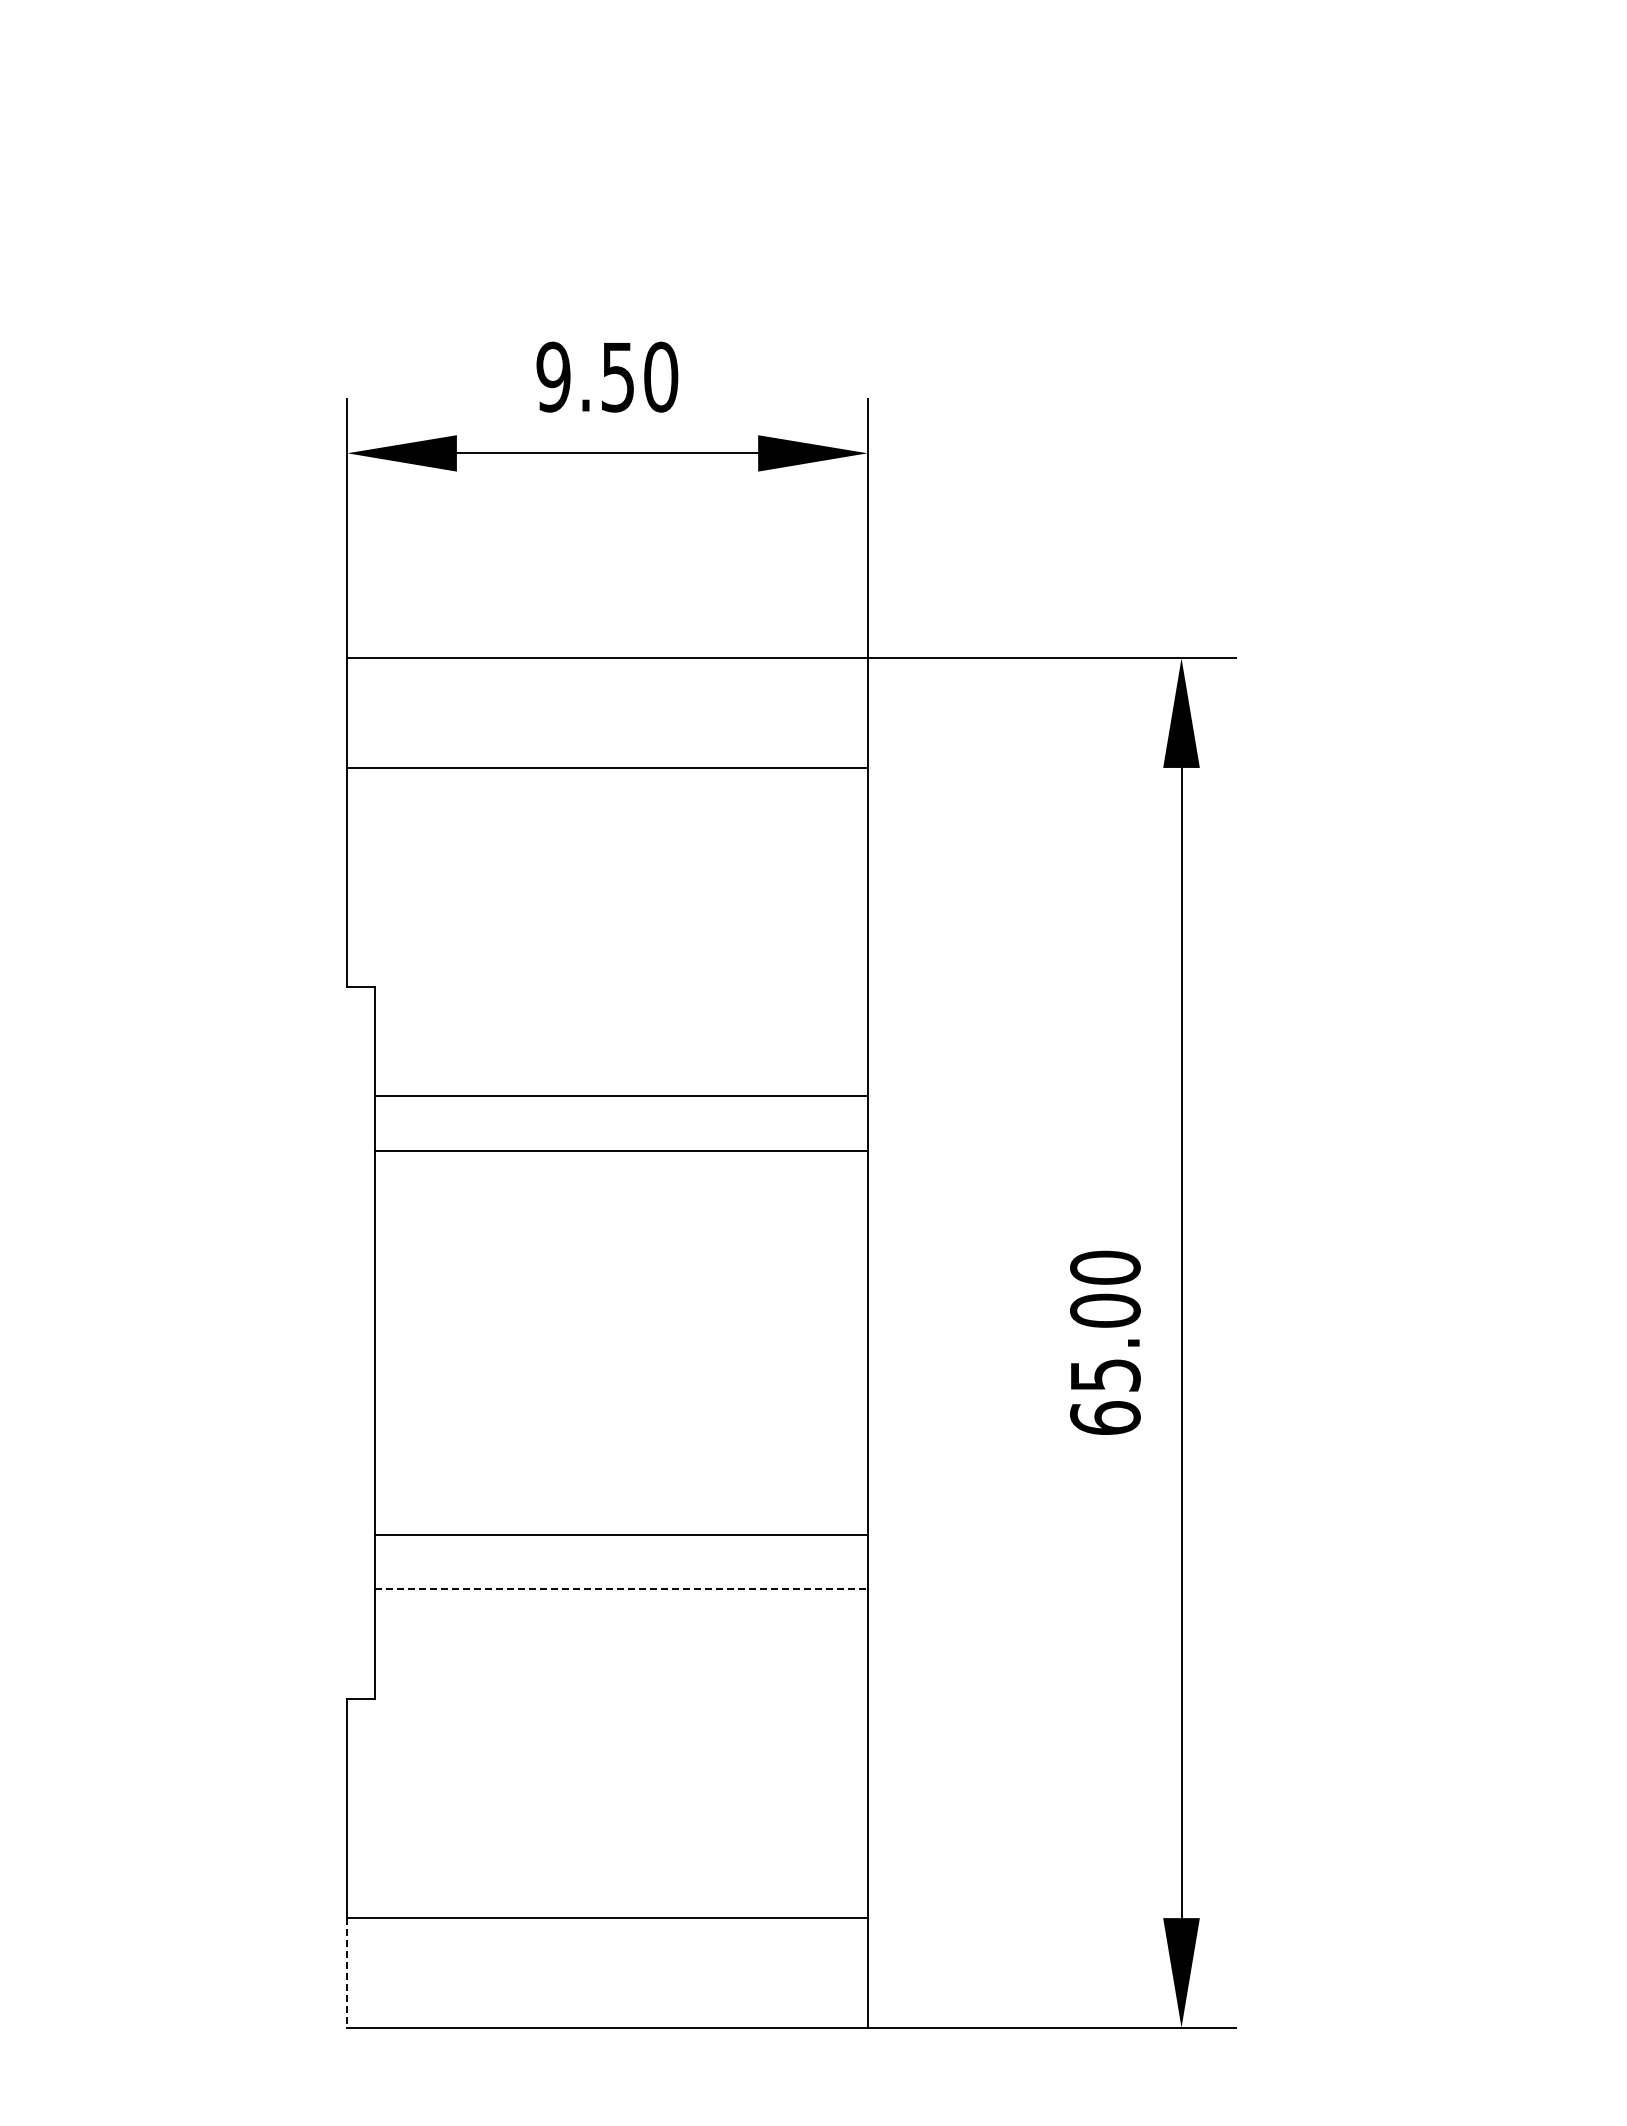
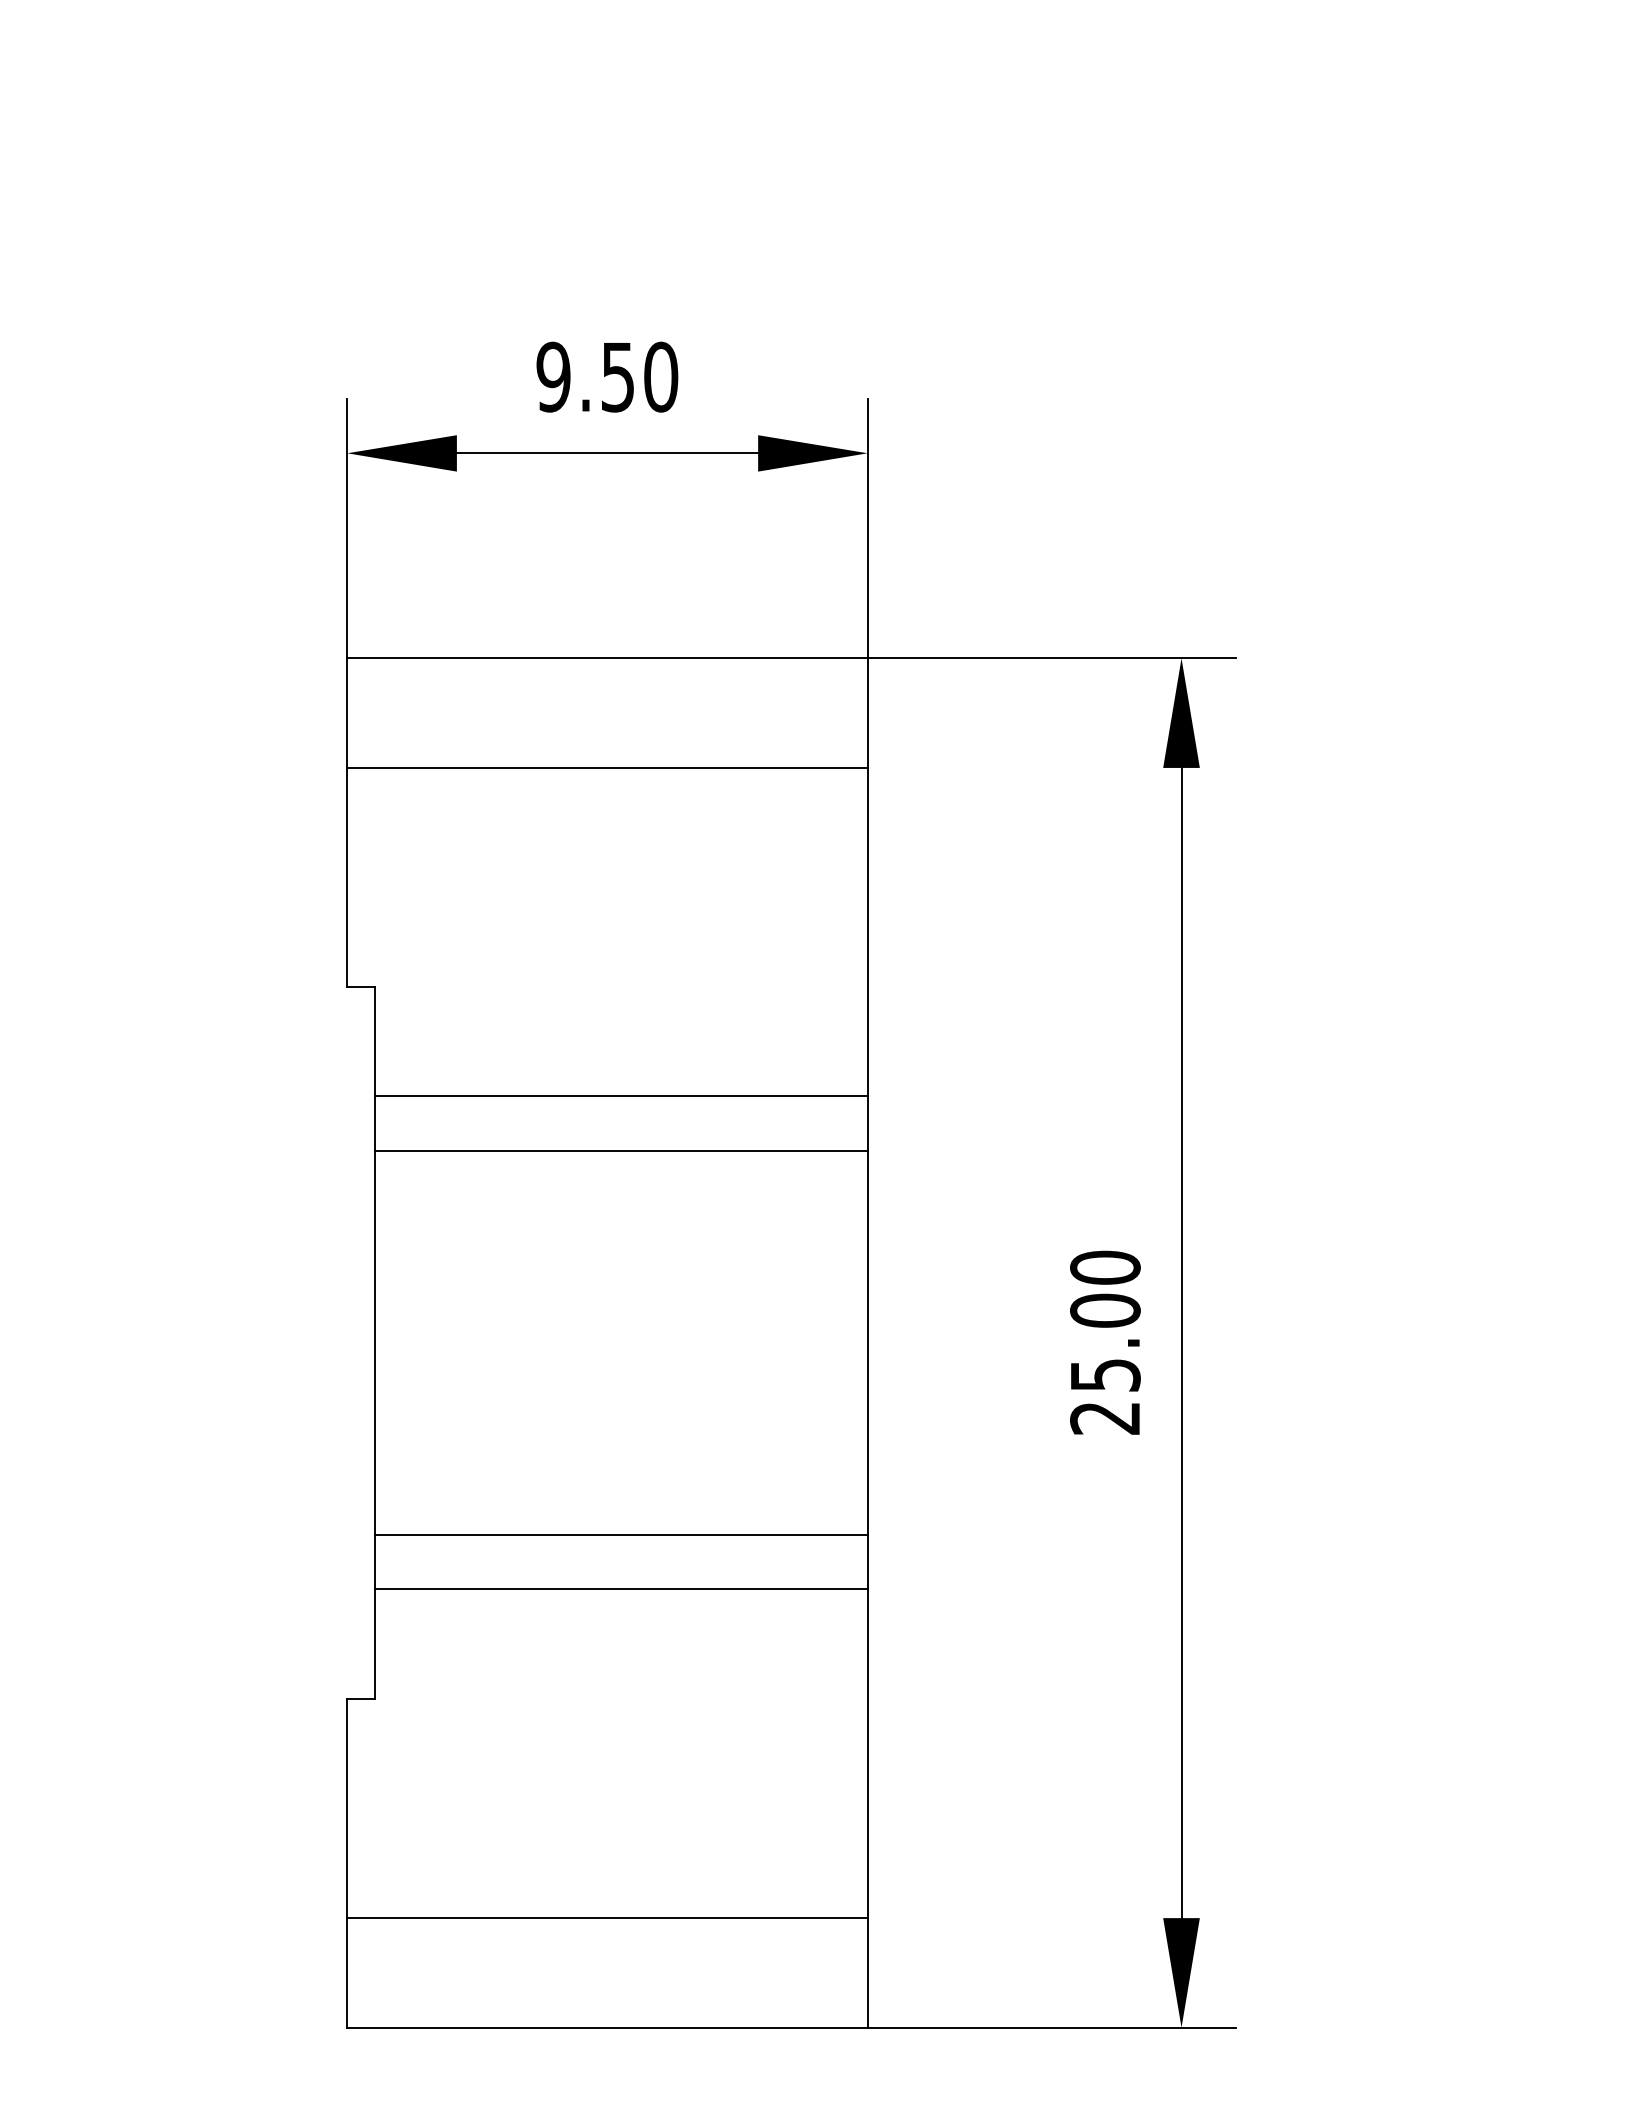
text at (1105, 1417): 65.00 -> 25.00
line at (621, 1589): dashed -> solid
line at (347, 1972): dashed -> solid
